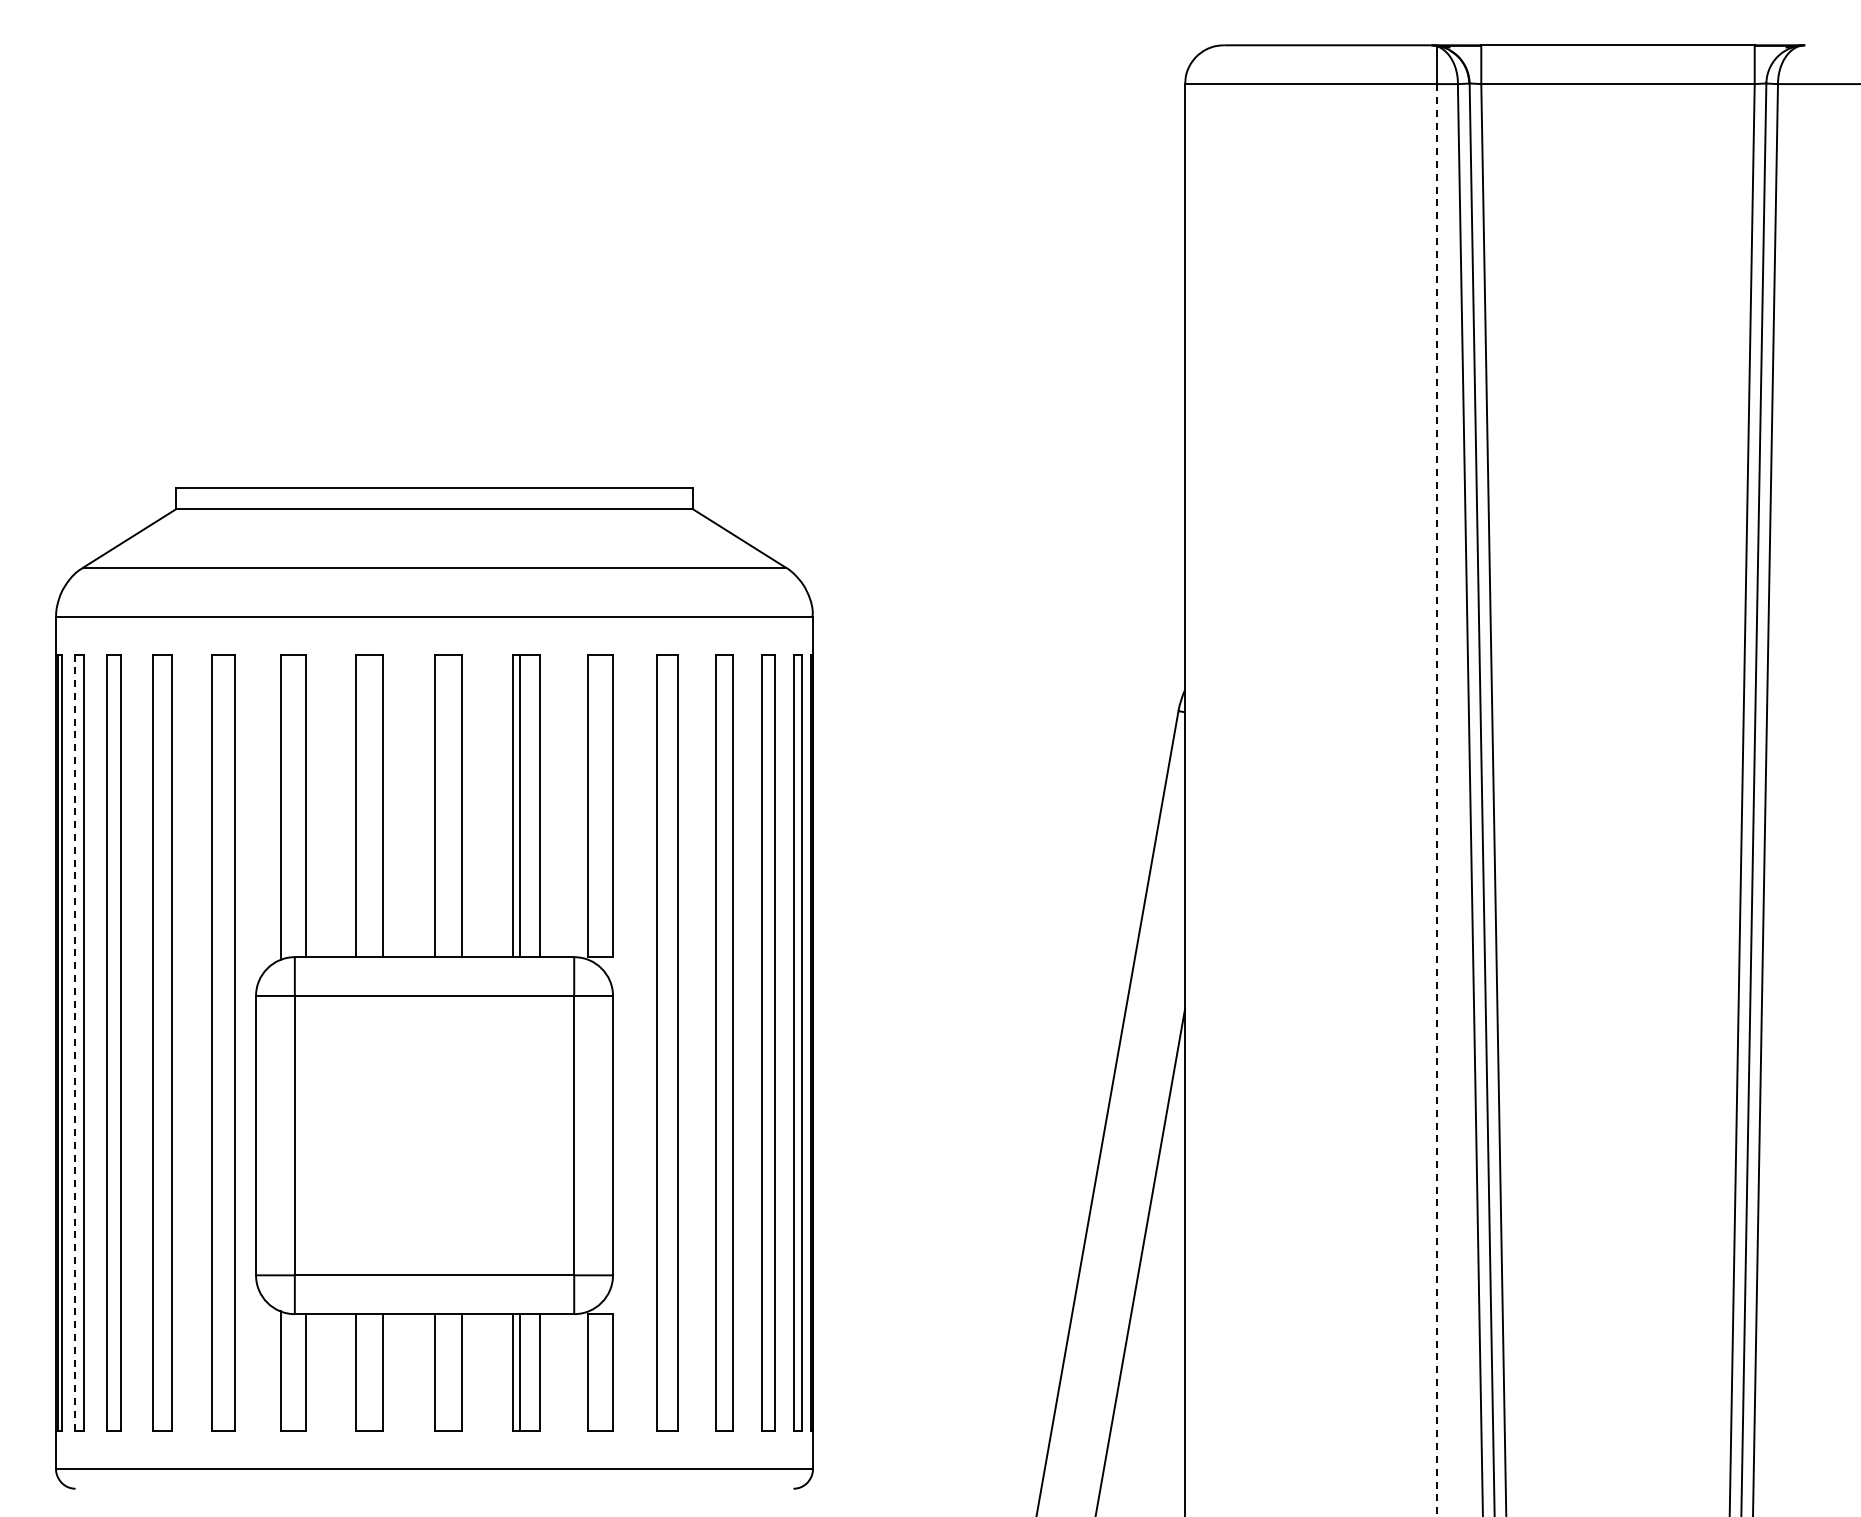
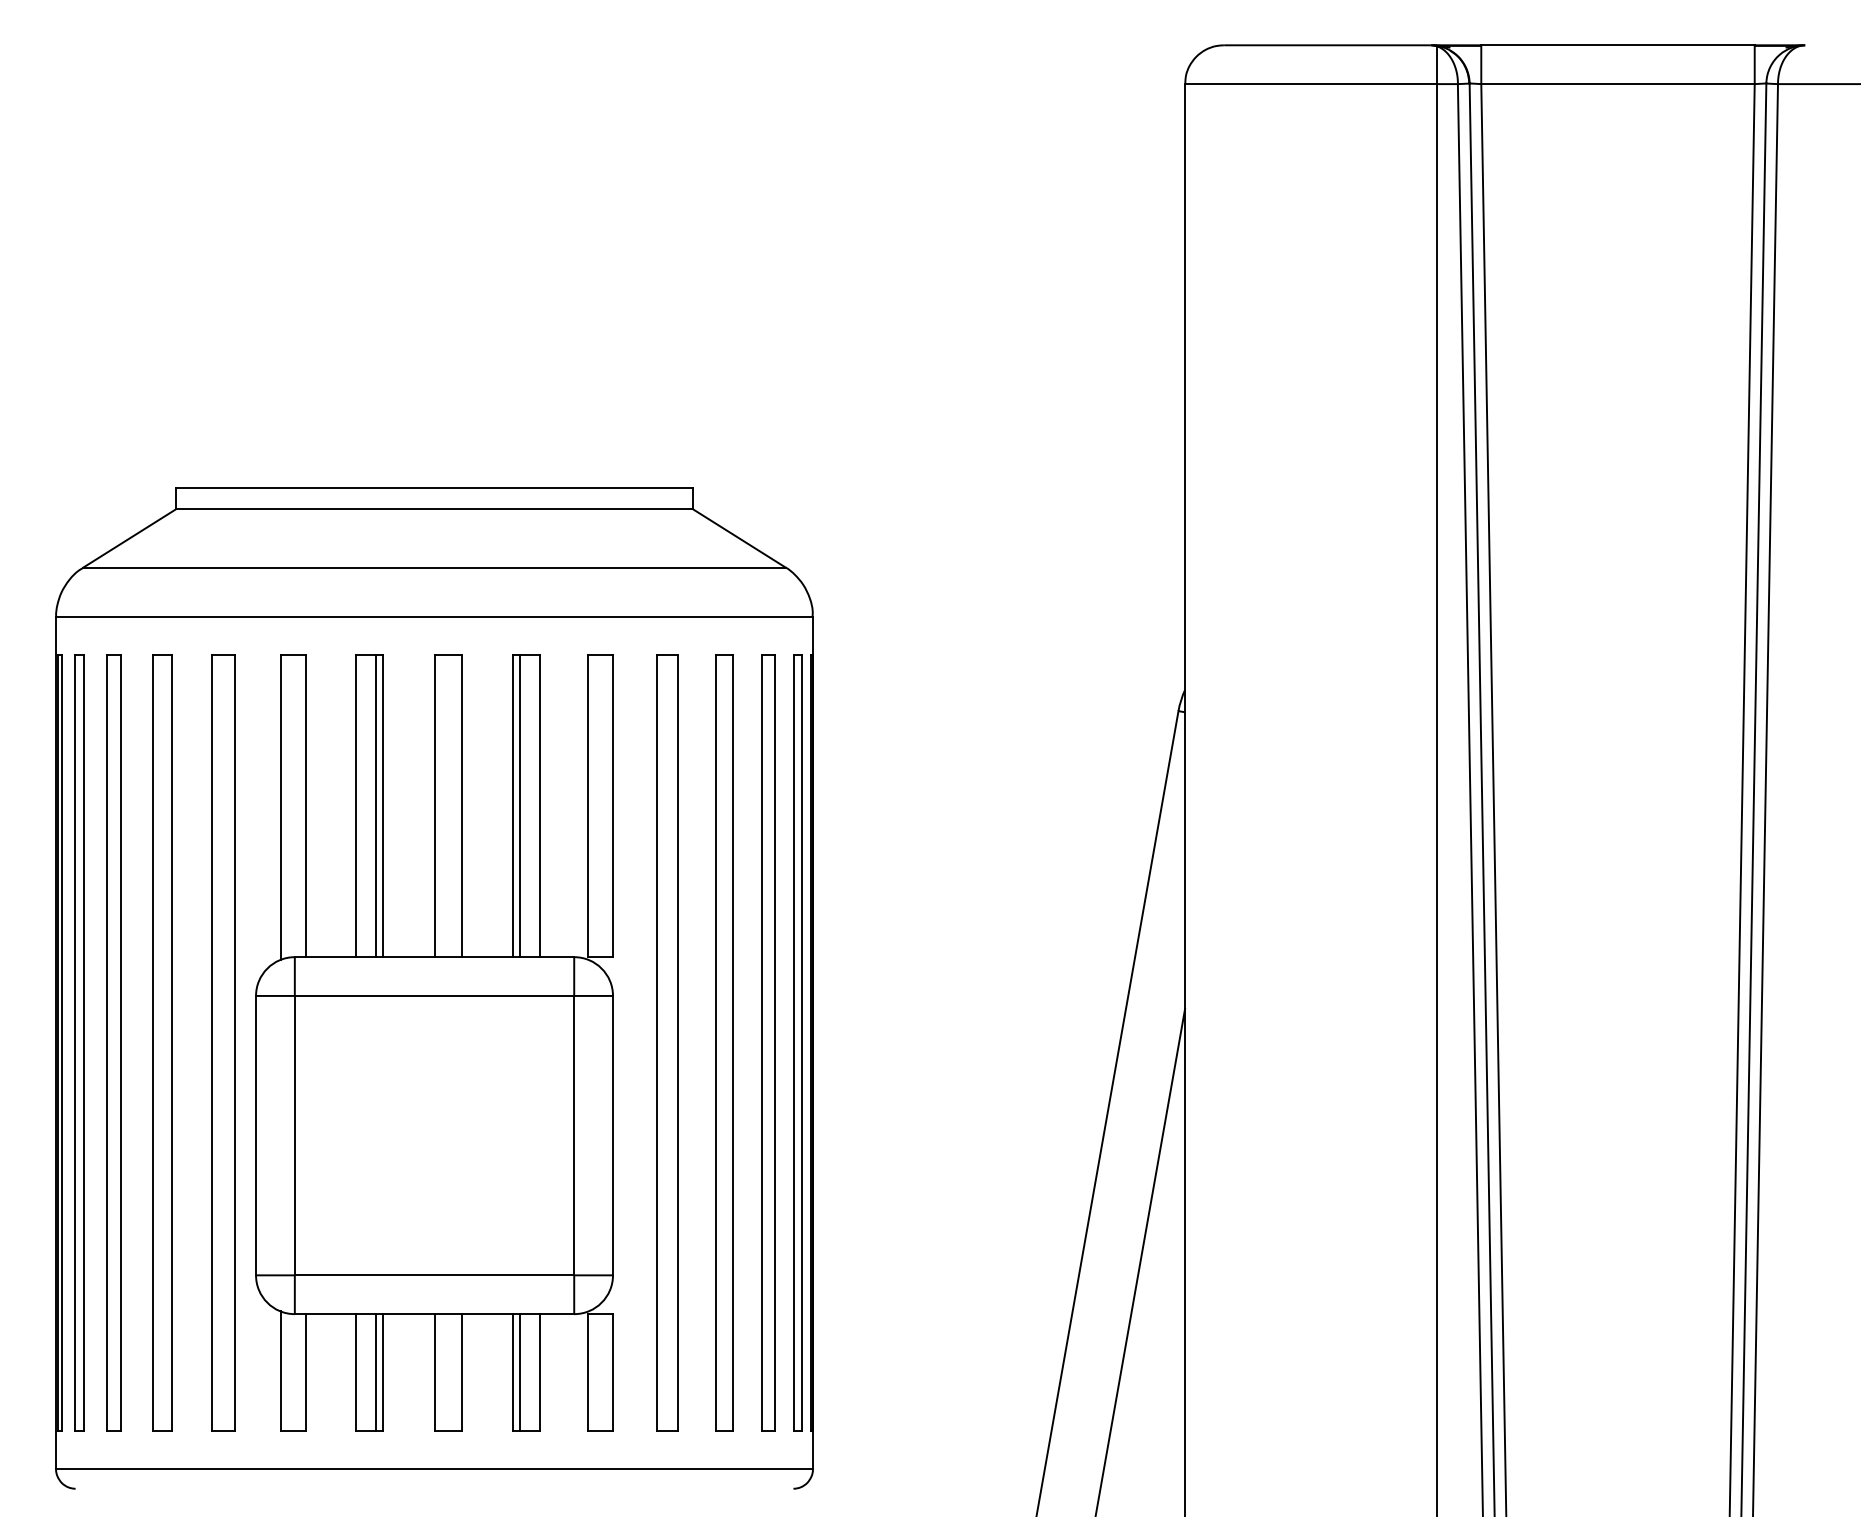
line at (1437, 800): dashed -> solid
line at (376, 805): none -> present
line at (74, 1043): dashed -> solid
line at (376, 1372): none -> present
